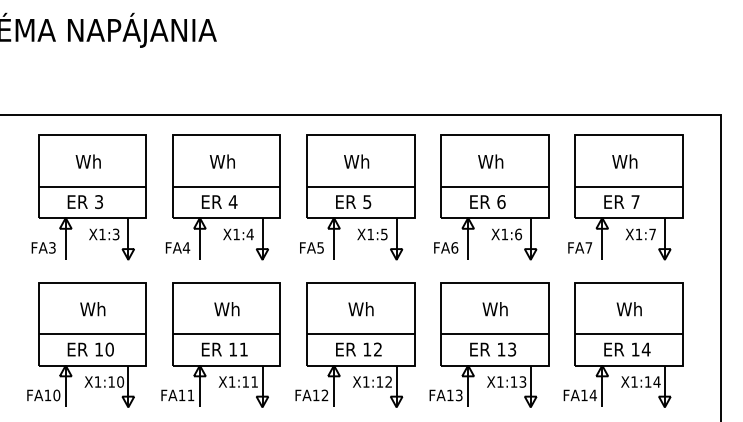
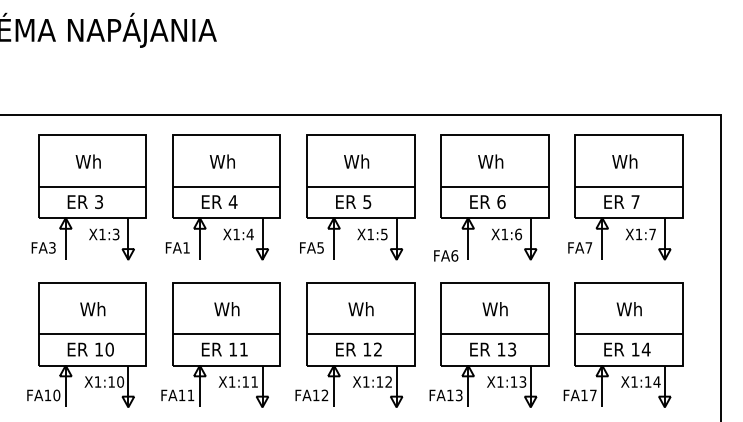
text at (186, 247): FA4 -> FA1
text at (446, 247) position: (446, 247) -> (446, 255)
text at (592, 395): FA14 -> FA17
